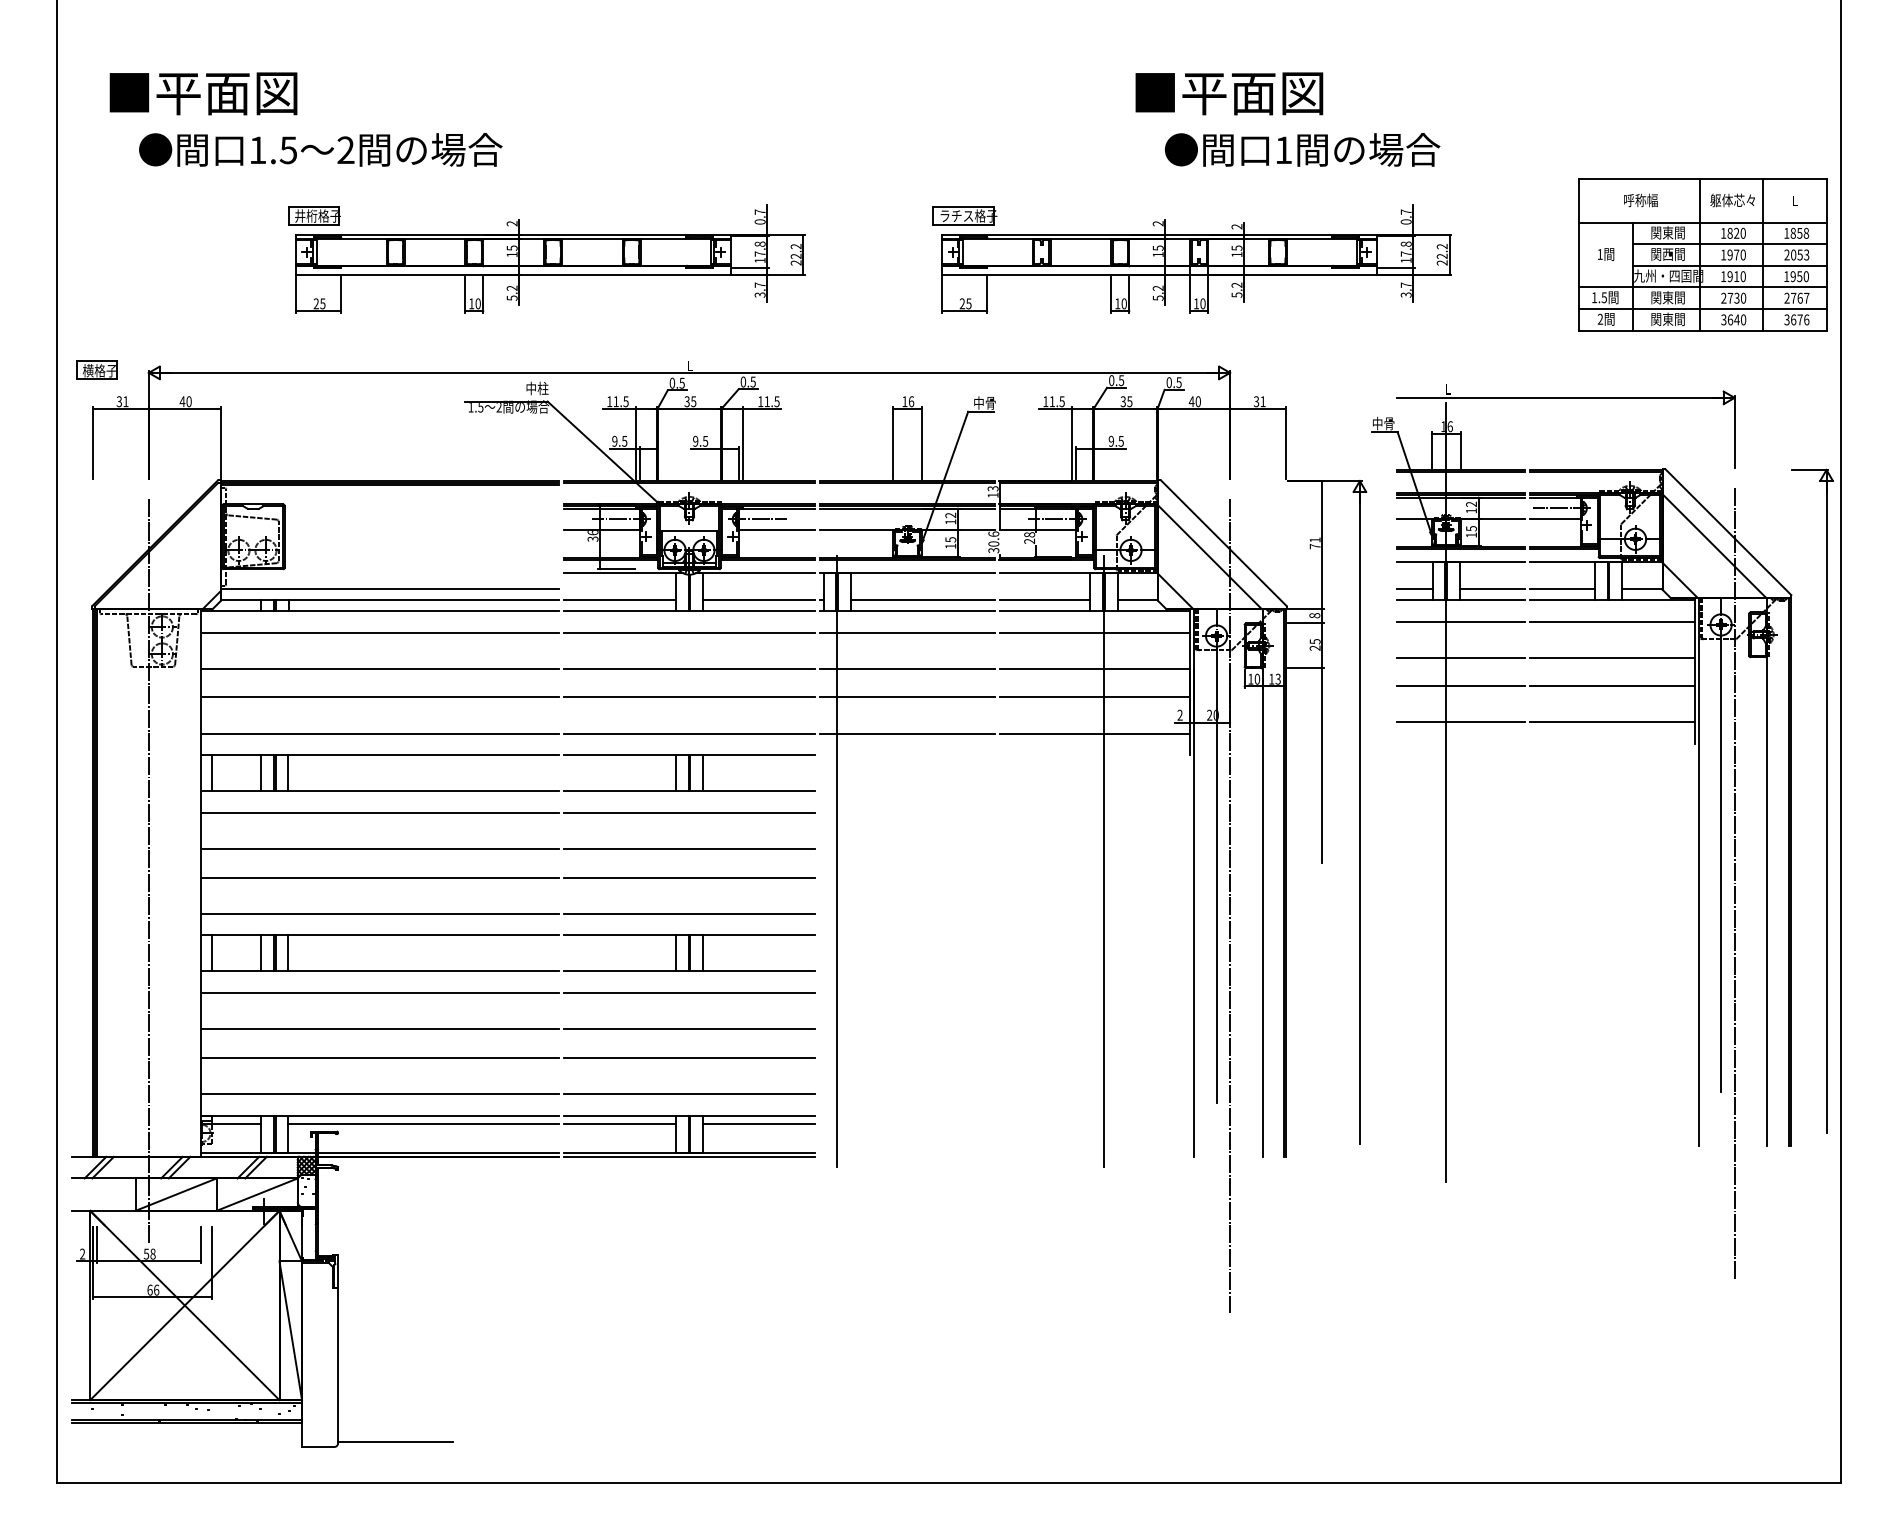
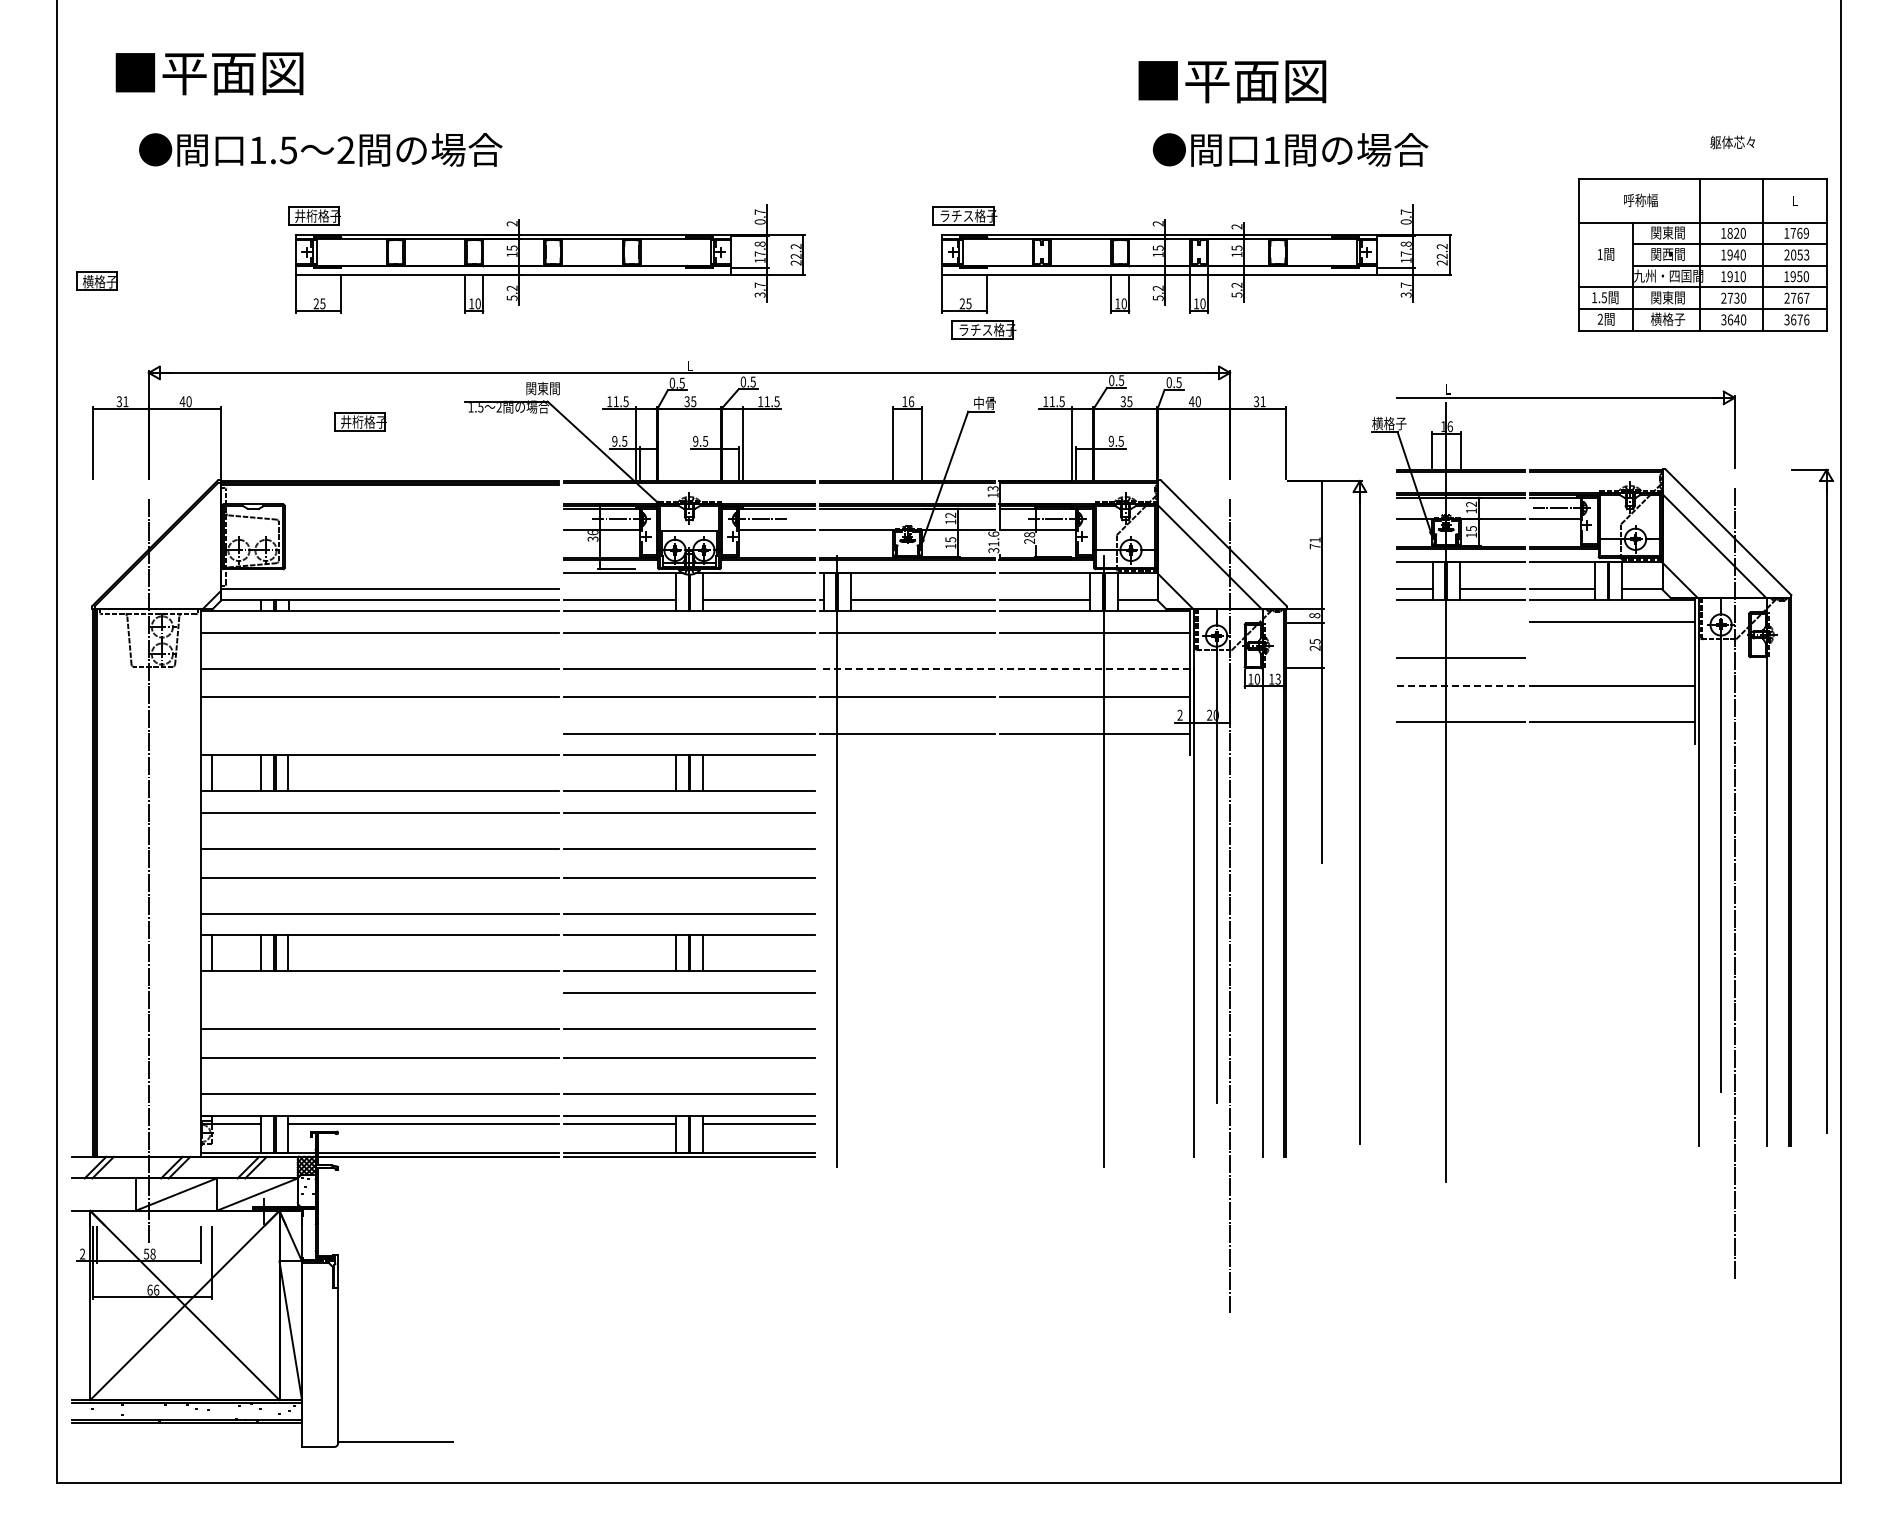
text at (203, 93) position: (203, 93) -> (209, 73)
text at (1229, 93) position: (1229, 93) -> (1232, 81)
text at (1302, 149) position: (1302, 149) -> (1290, 149)
text at (1732, 200) position: (1732, 200) -> (1732, 142)
text at (1799, 232): 1858 -> 1769
text at (1736, 254): 1970 -> 1940
text at (1667, 319): 関東間 -> 横格子
part at (983, 329): none -> present
part at (96, 369) position: (96, 369) -> (96, 280)
text at (542, 388): 中柱 -> 関東間
part at (360, 421): none -> present
text at (1389, 423): 中骨 -> 横格子
text at (993, 543): 30.6 -> 31.6
line at (1460, 621): present -> none
line at (1612, 657): present -> none
line at (907, 668): solid -> dashed
line at (1094, 668): solid -> dashed
line at (1460, 686): solid -> dashed
line at (379, 733): present -> none
line at (379, 993): present -> none
